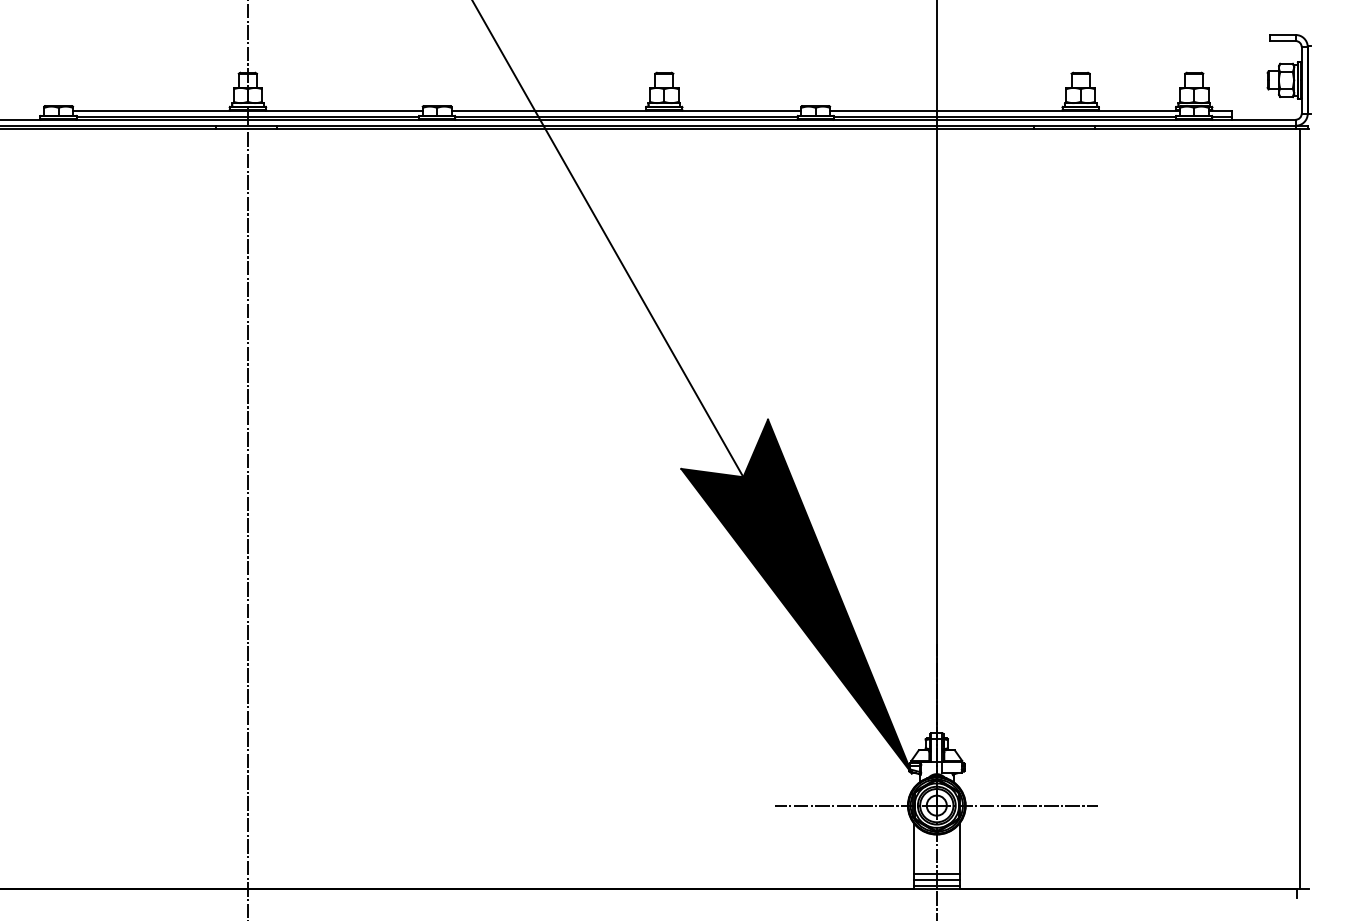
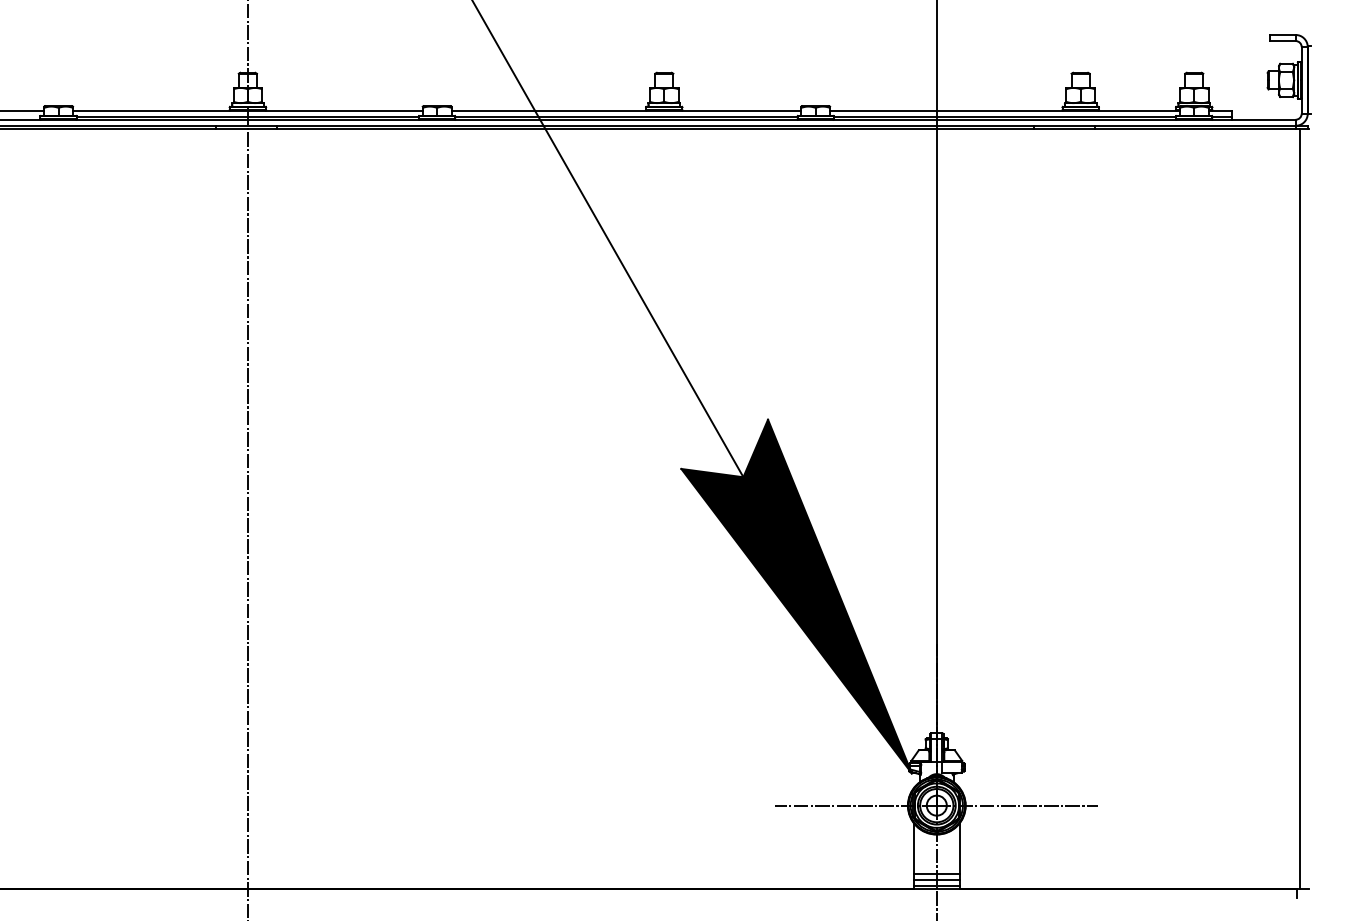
line at (23, 110): none -> present
